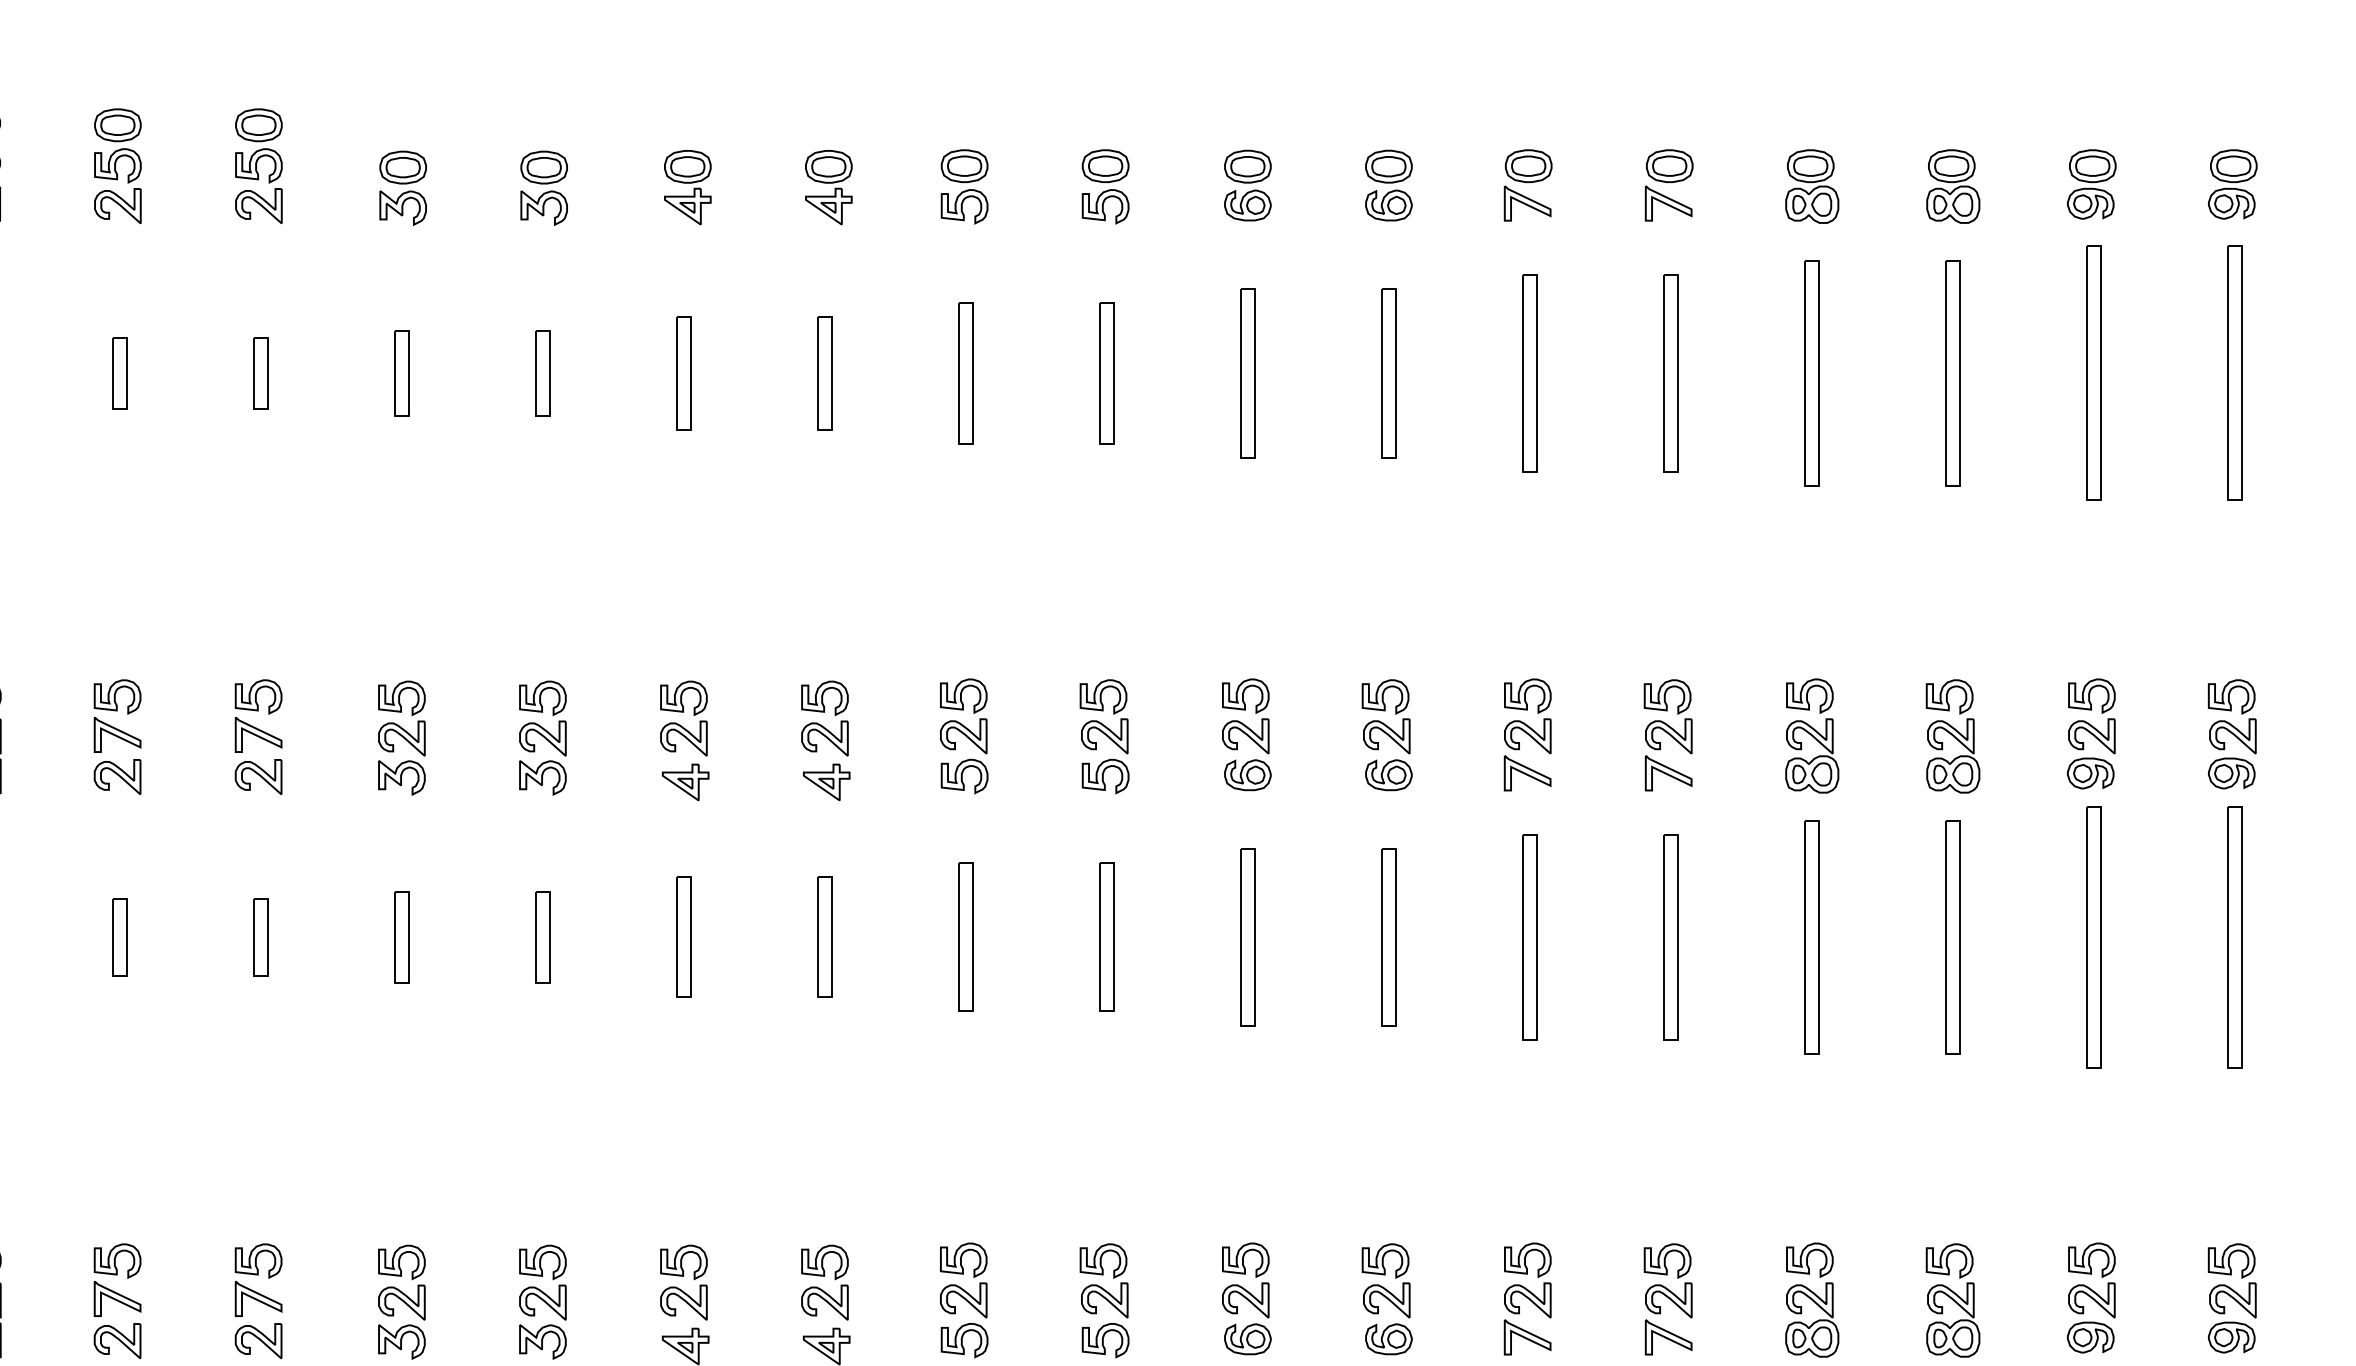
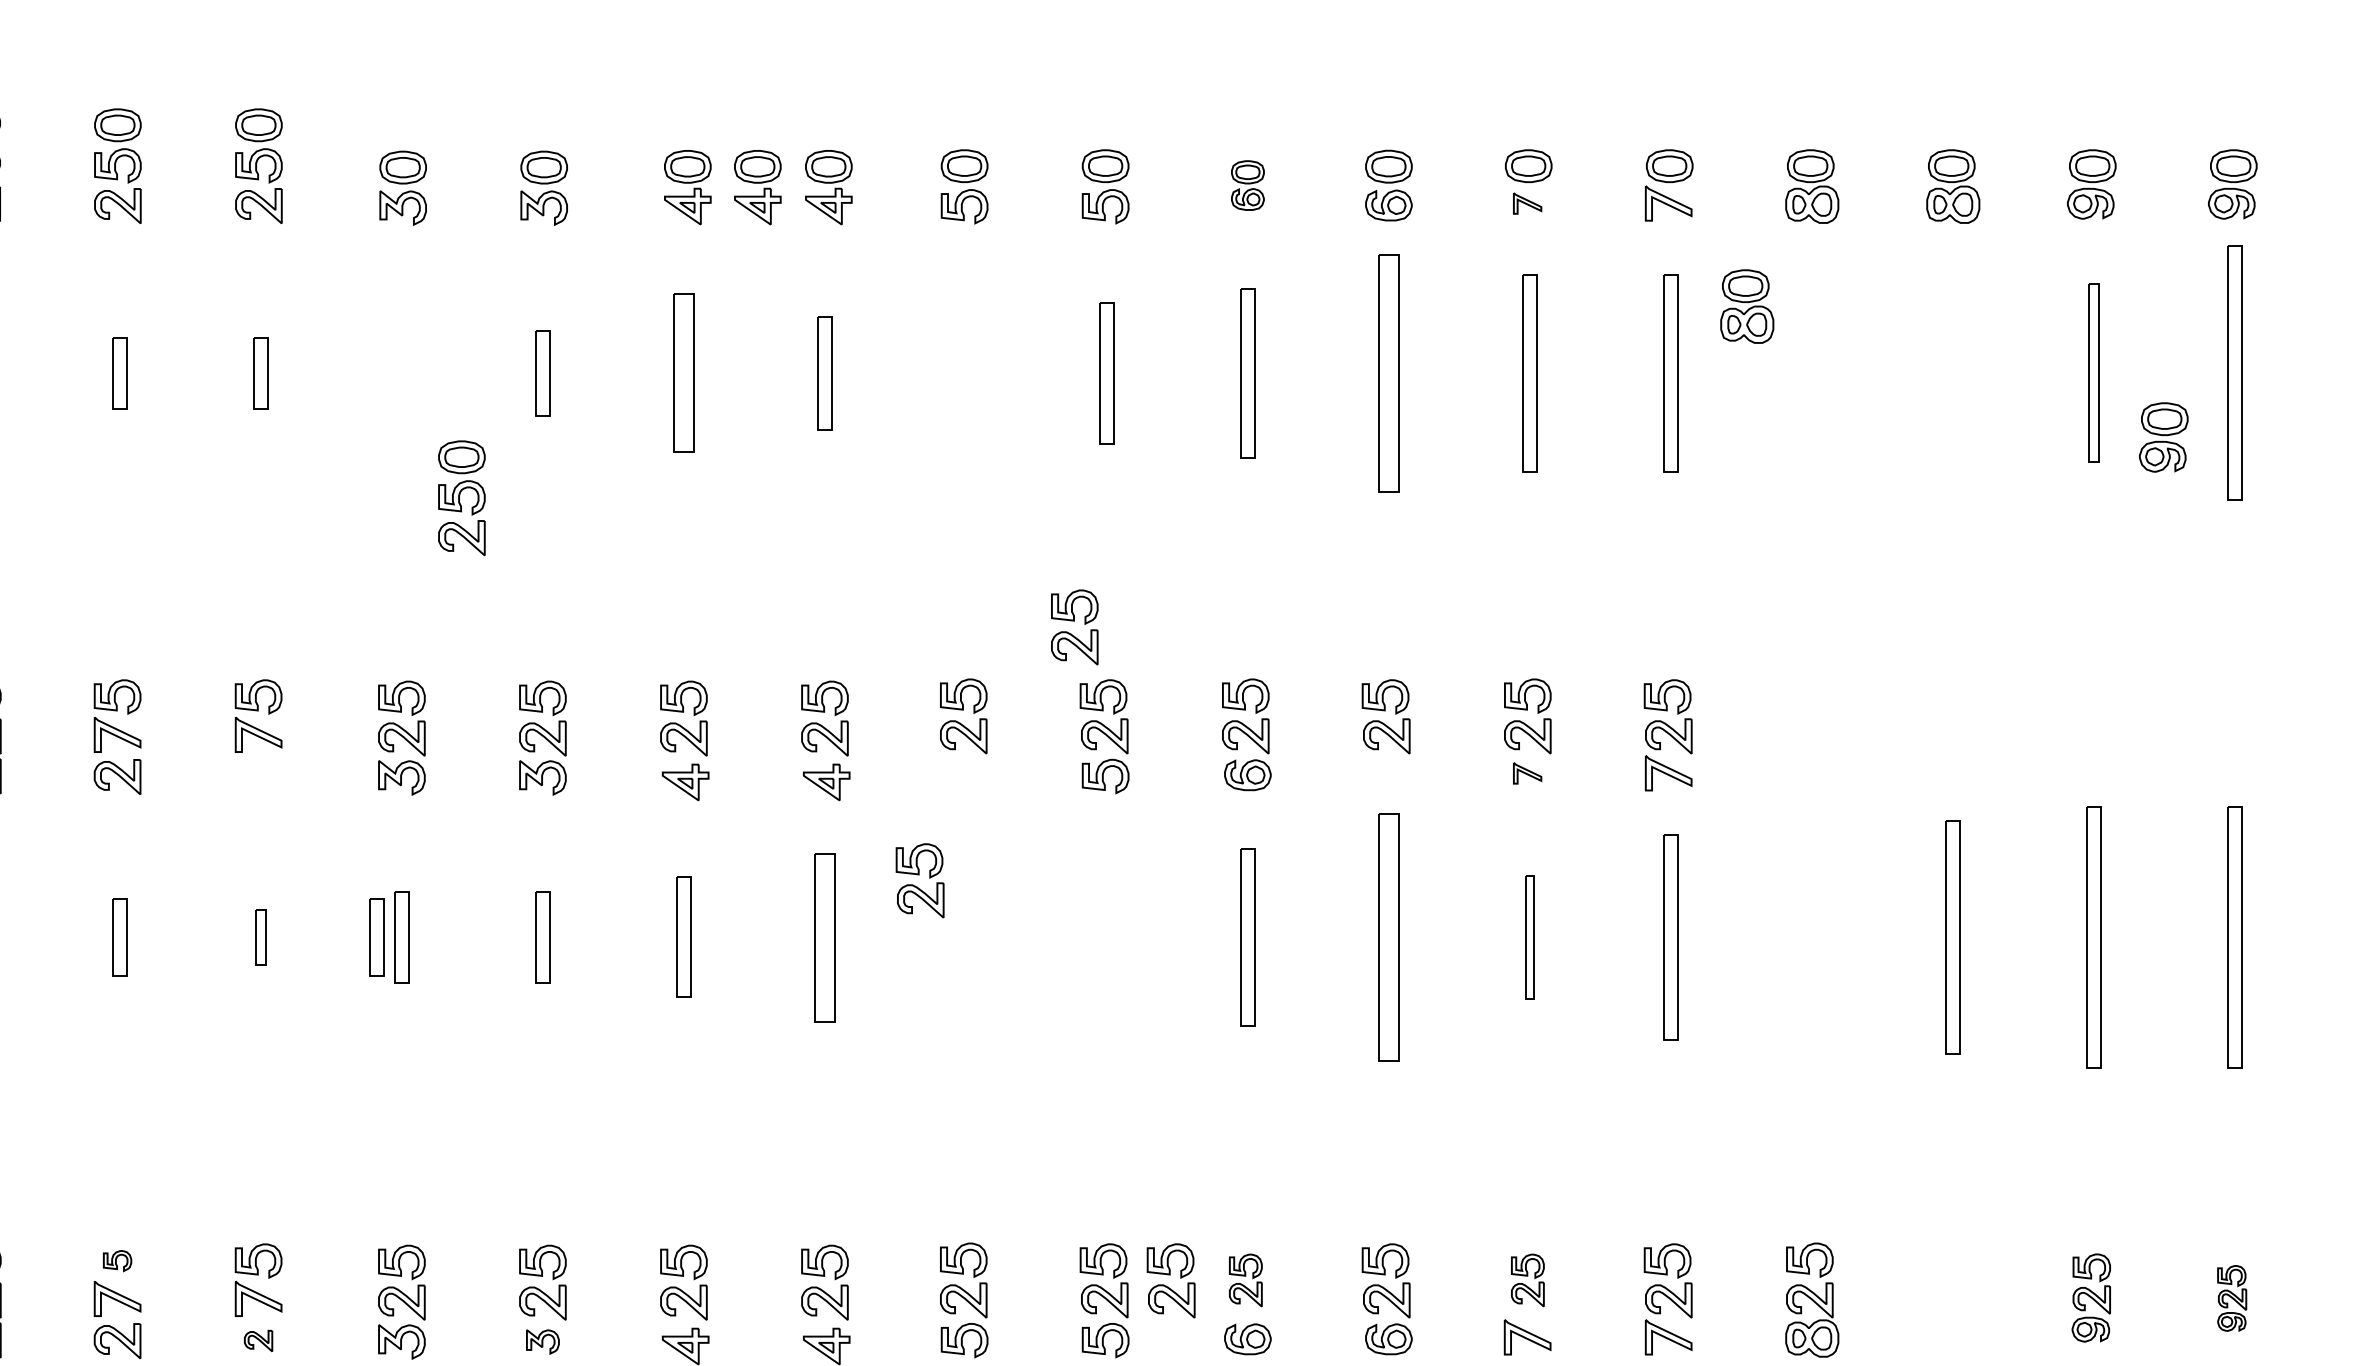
part at (1247, 185) size: 48x73 px -> 34x51 px
part at (757, 187): none -> present
part at (1527, 203) size: 49x37 px -> 30x23 px
part at (1747, 306): none -> present
part at (2093, 372) size: 16x256 px -> 12x180 px
part at (401, 373): present -> none
part at (683, 373) size: 16x115 px -> 22x160 px
part at (965, 373): present -> none
part at (1388, 373) size: 16x171 px -> 22x239 px
part at (1811, 373): present -> none
part at (1952, 373): present -> none
part at (2163, 437): none -> present
part at (461, 497): none -> present
part at (1074, 627): none -> present
part at (2091, 733): present -> none
part at (2231, 734): present -> none
part at (1812, 735): present -> none
part at (1952, 736): present -> none
part at (1527, 773) size: 49x37 px -> 30x23 px
part at (1388, 775): present -> none
part at (258, 776): present -> none
part at (964, 776): present -> none
part at (919, 880): none -> present
part at (824, 936) size: 16x122 px -> 22x170 px
part at (965, 936): present -> none
part at (1106, 936): present -> none
part at (260, 937) size: 16x79 px -> 12x57 px
part at (376, 937): none -> present
part at (1388, 937) size: 16x179 px -> 22x249 px
part at (1529, 937) size: 16x207 px -> 10x125 px
part at (1811, 937): present -> none
part at (117, 1260) size: 49x36 px -> 30x23 px
part at (1170, 1280): none -> present
part at (1245, 1280) size: 48x77 px -> 34x55 px
part at (1527, 1280) size: 48x77 px -> 34x55 px
part at (2091, 1297) size: 49x112 px -> 40x90 px
part at (2231, 1298) size: 50x111 px -> 31x67 px
part at (1952, 1300): present -> none
part at (258, 1340) size: 49x36 px -> 30x23 px
part at (542, 1341) size: 48x36 px -> 34x26 px
